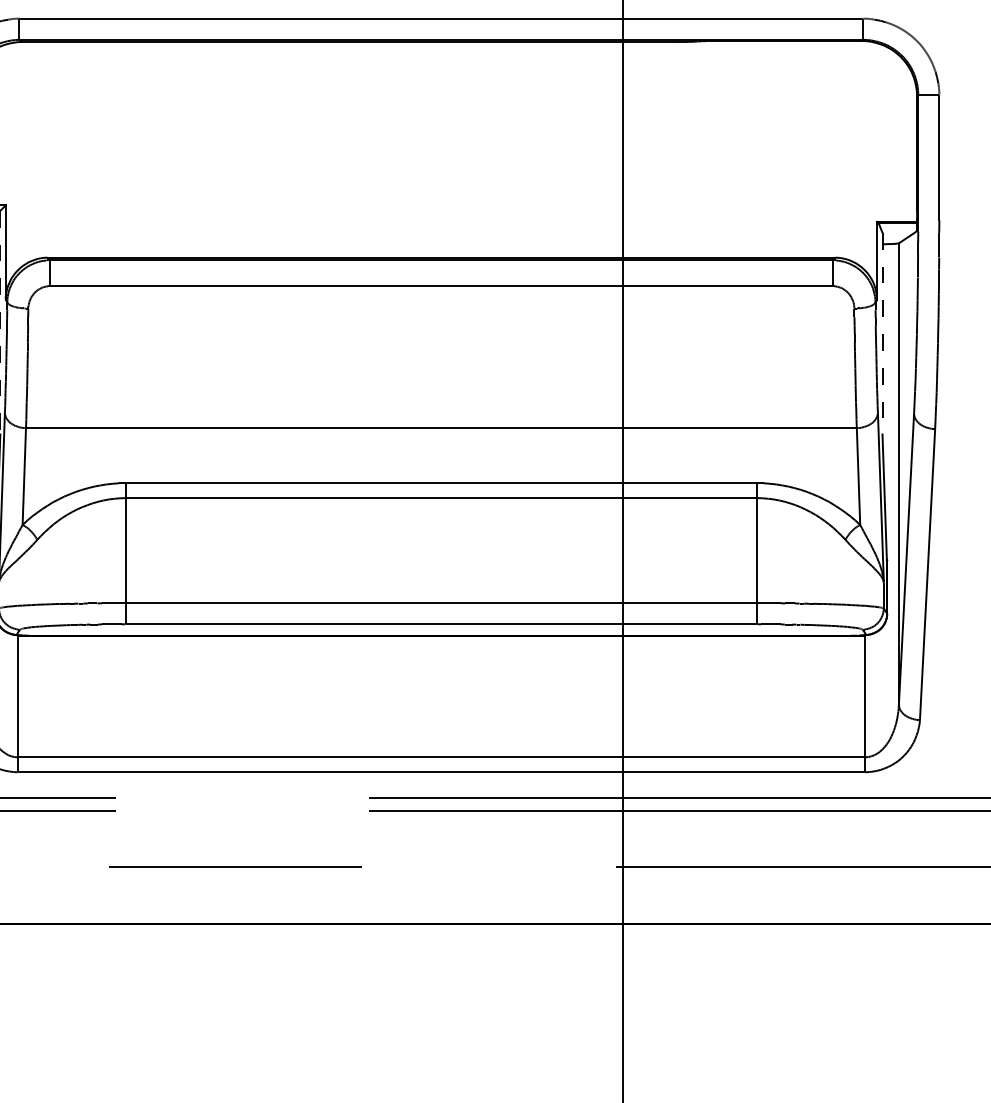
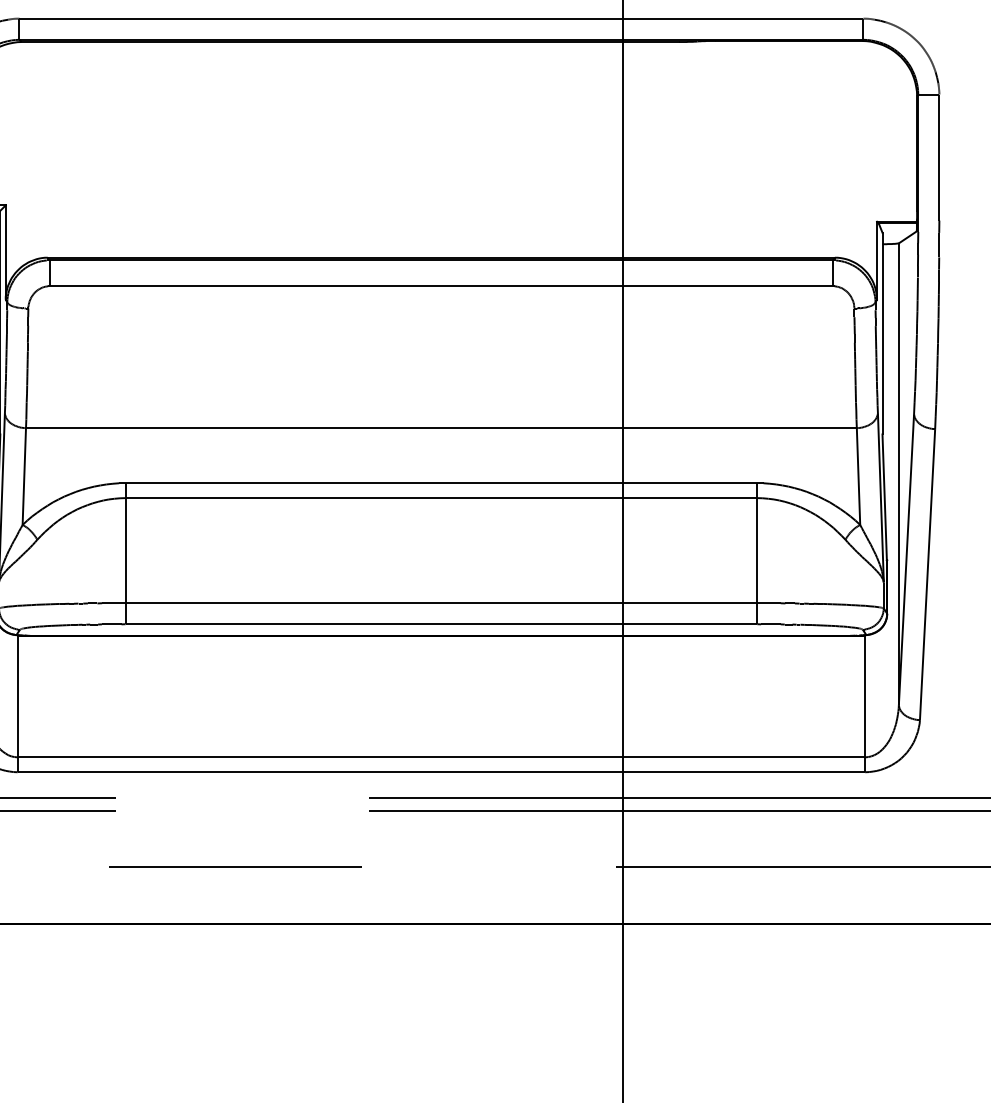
line at (0, 322): dashed -> solid
line at (882, 333): dashed -> solid
